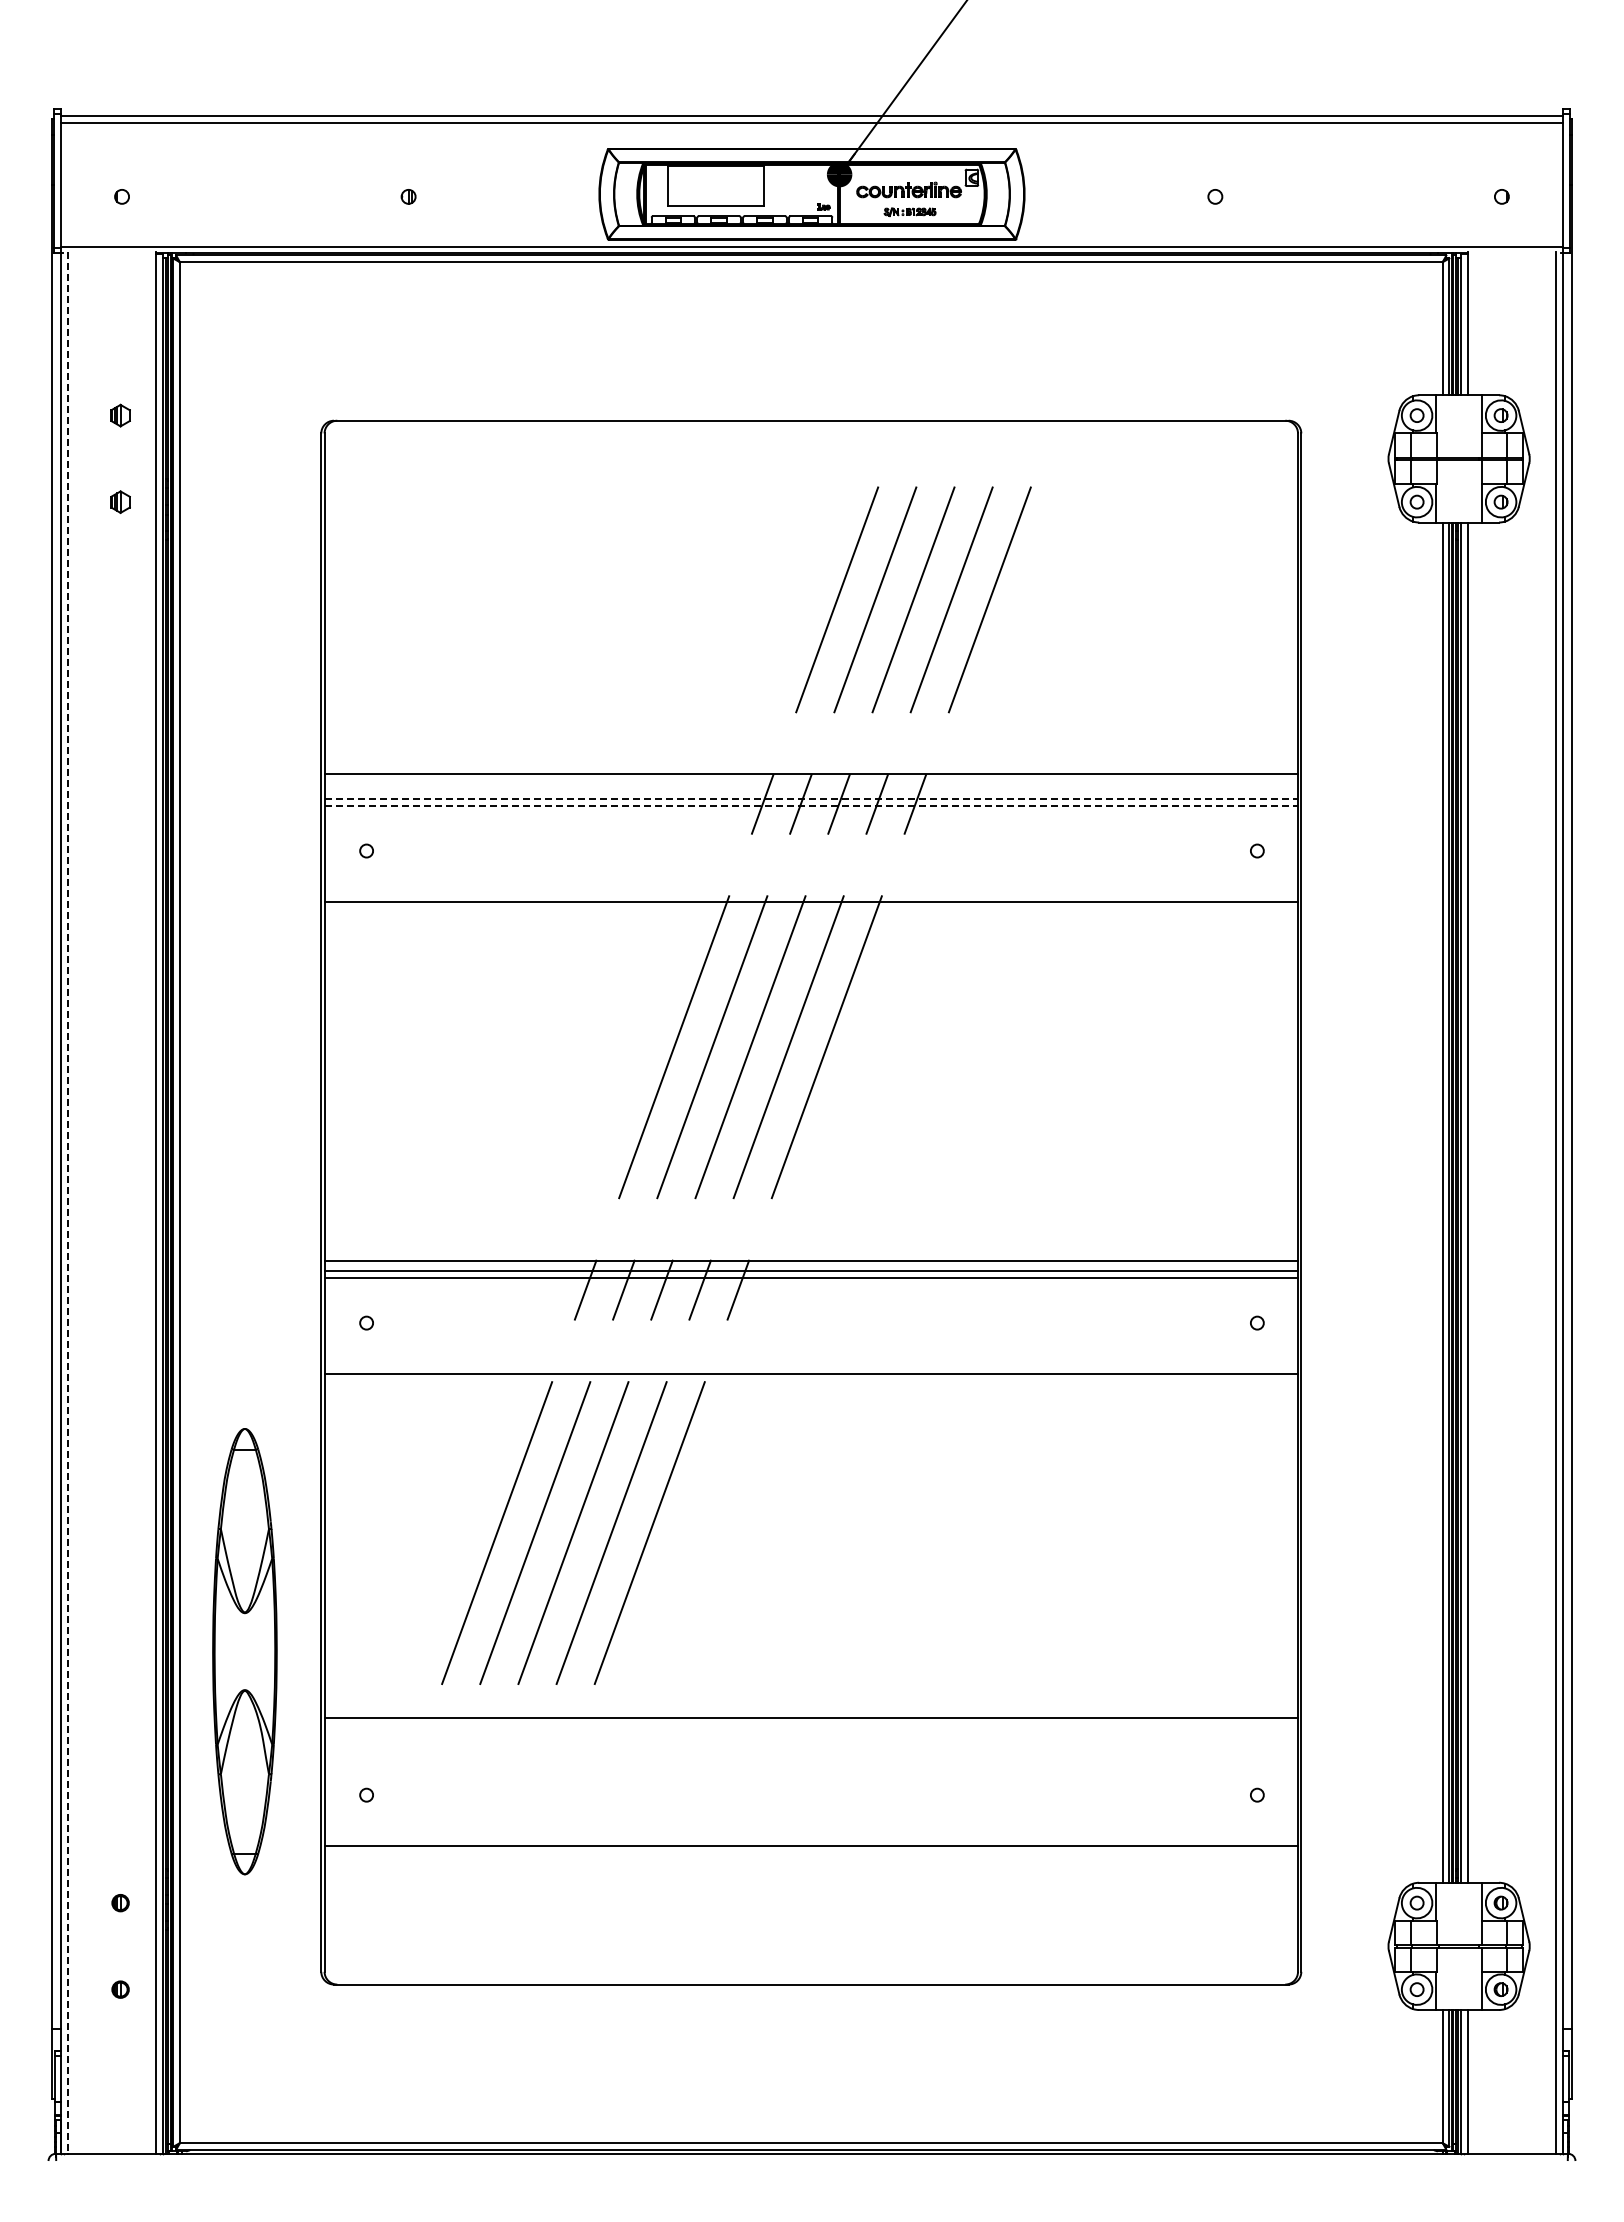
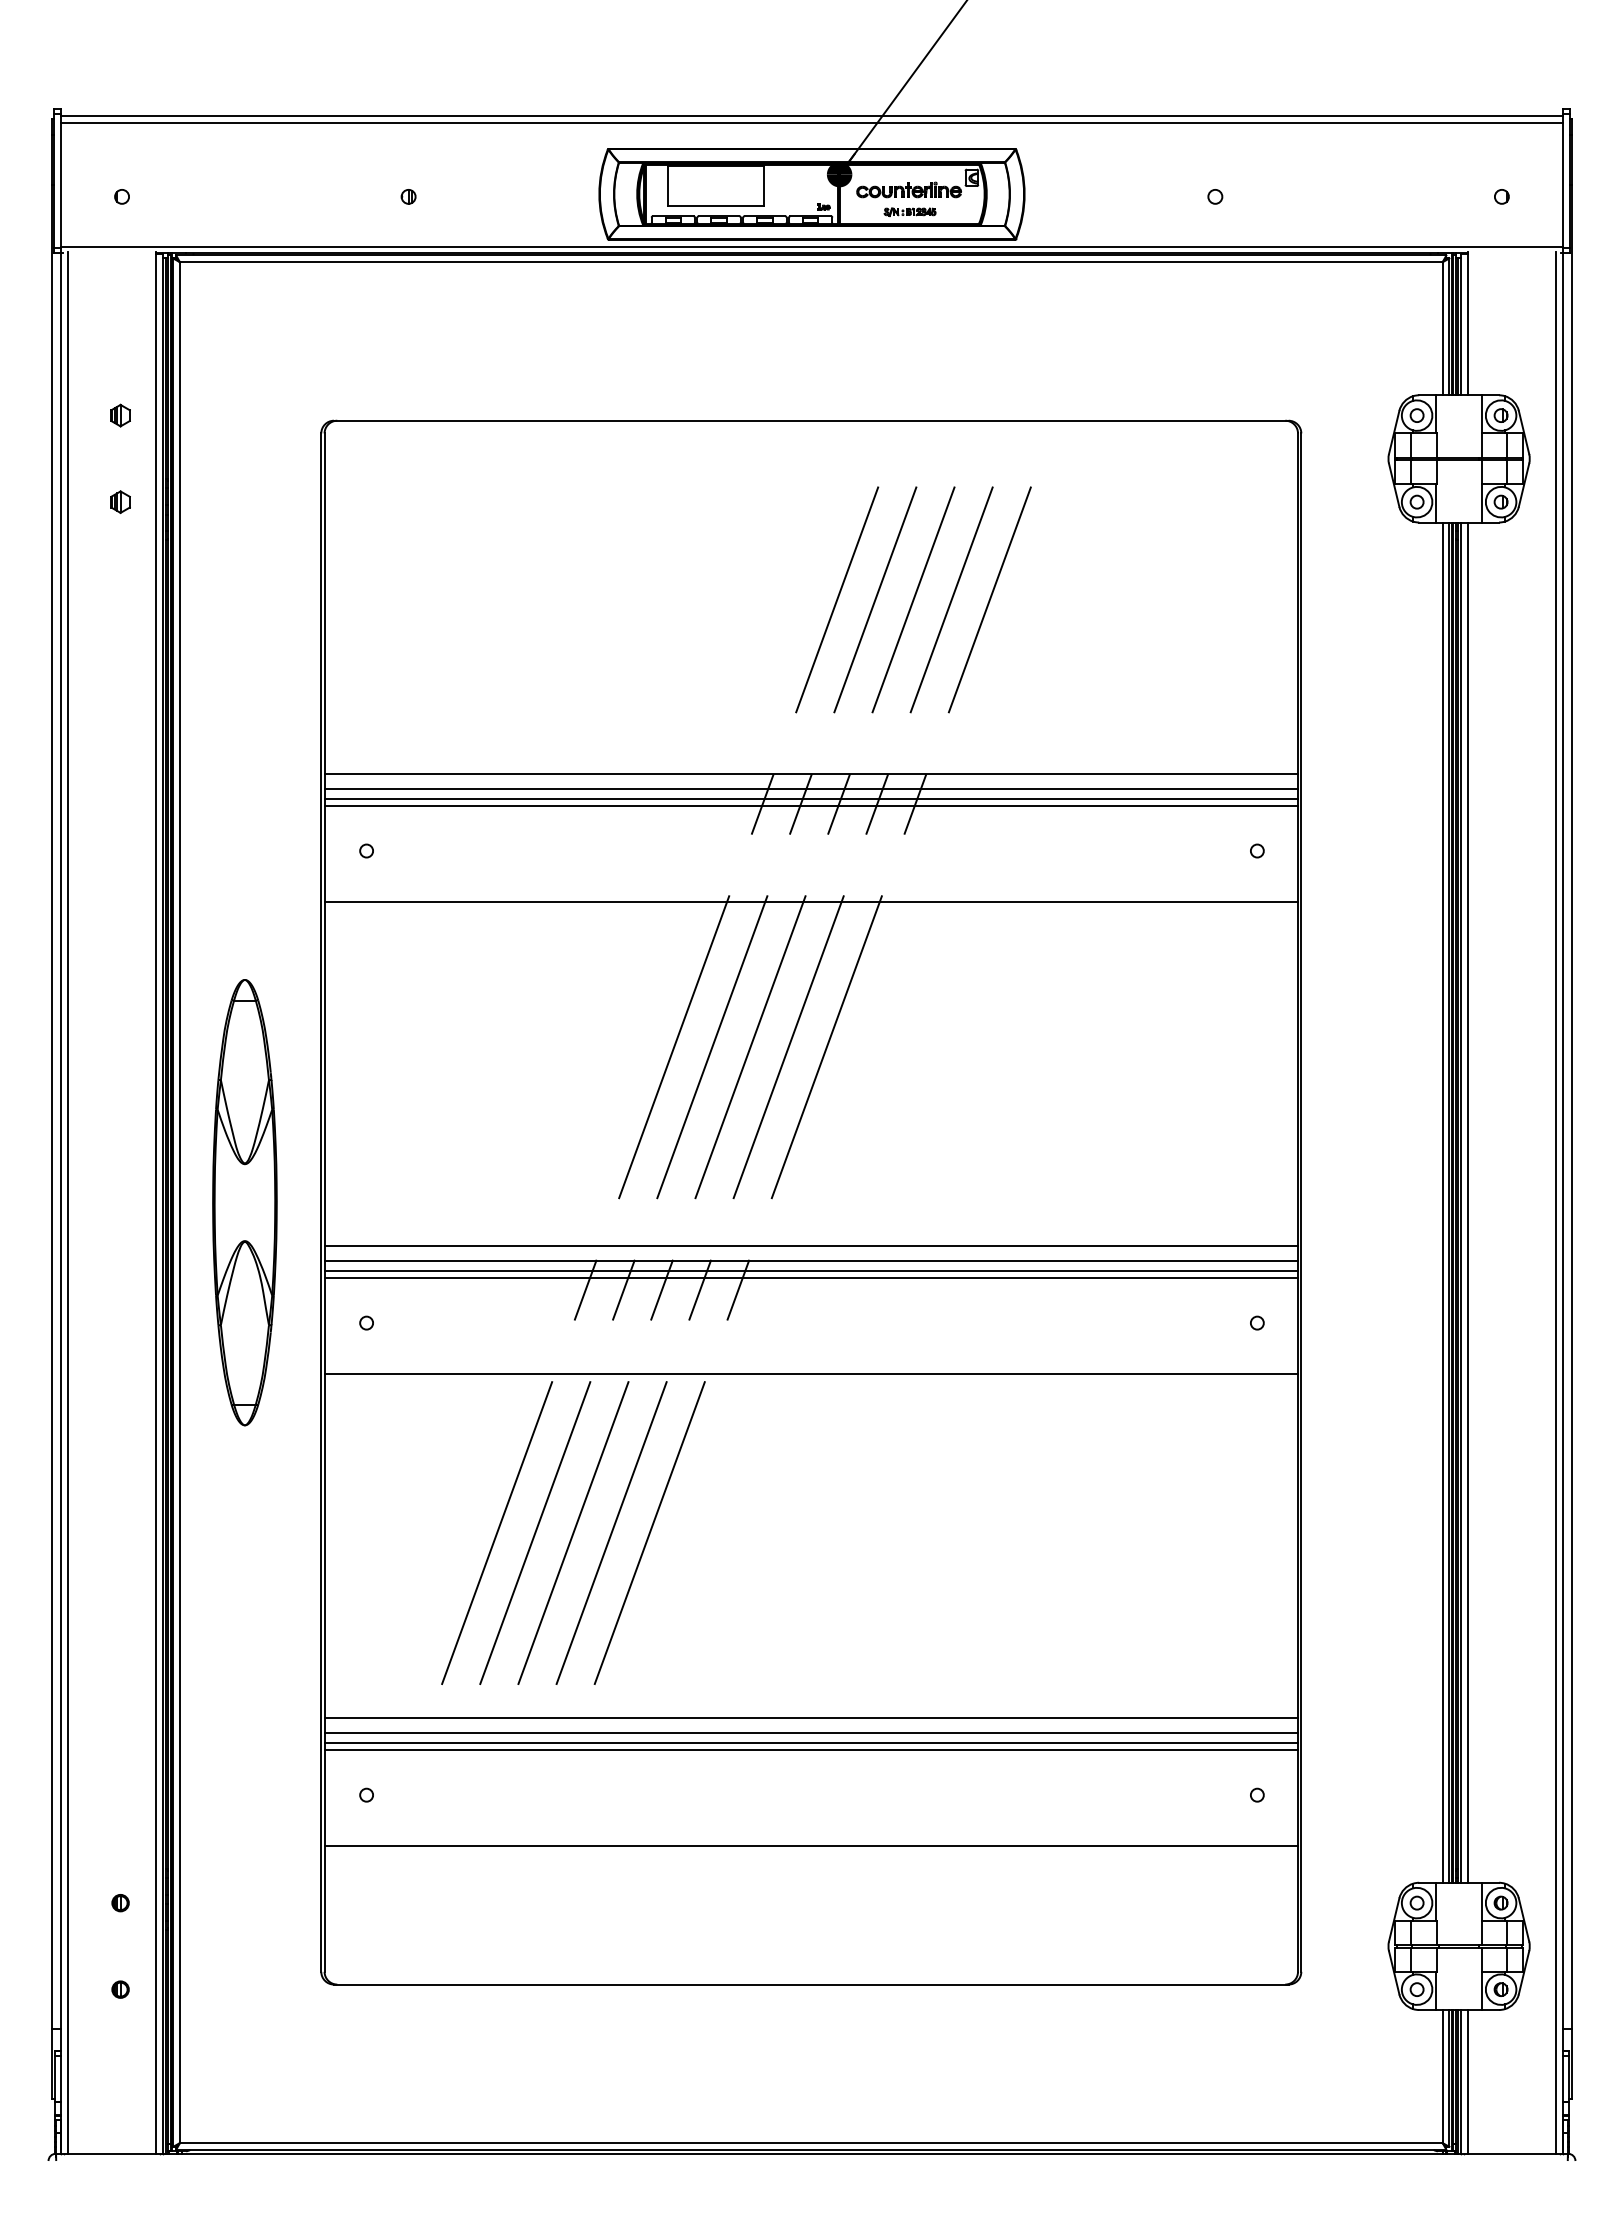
line at (811, 788): none -> present
line at (811, 798): dashed -> solid
line at (811, 805): dashed -> solid
line at (68, 1202): dashed -> solid
line at (811, 1245): none -> present
part at (244, 1651) position: (244, 1651) -> (244, 1202)
line at (811, 1733): none -> present
line at (811, 1742): none -> present
line at (811, 1750): none -> present
